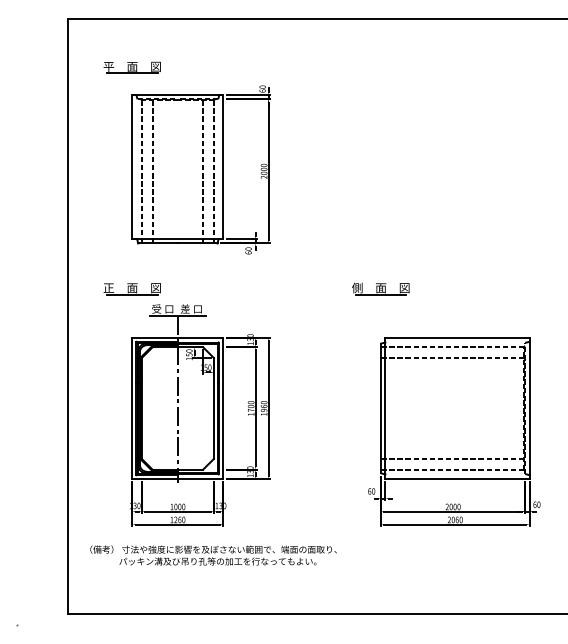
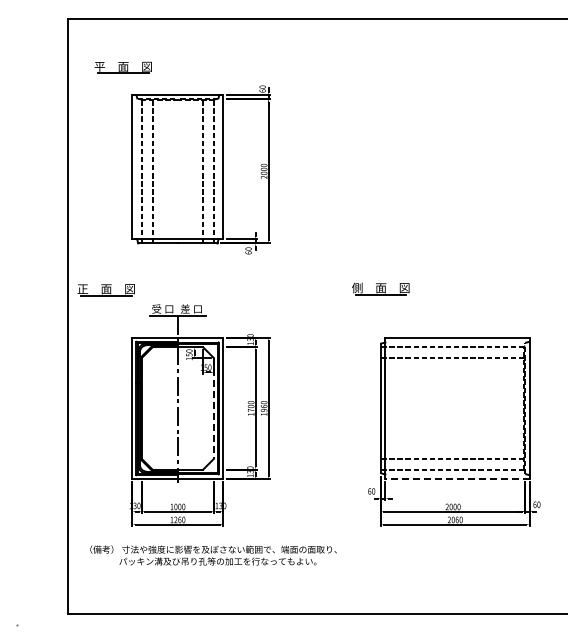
part at (131, 67) position: (131, 67) -> (122, 67)
part at (131, 289) position: (131, 289) -> (105, 290)
line at (213, 408): solid -> dashed
line at (456, 479): solid -> dashed
